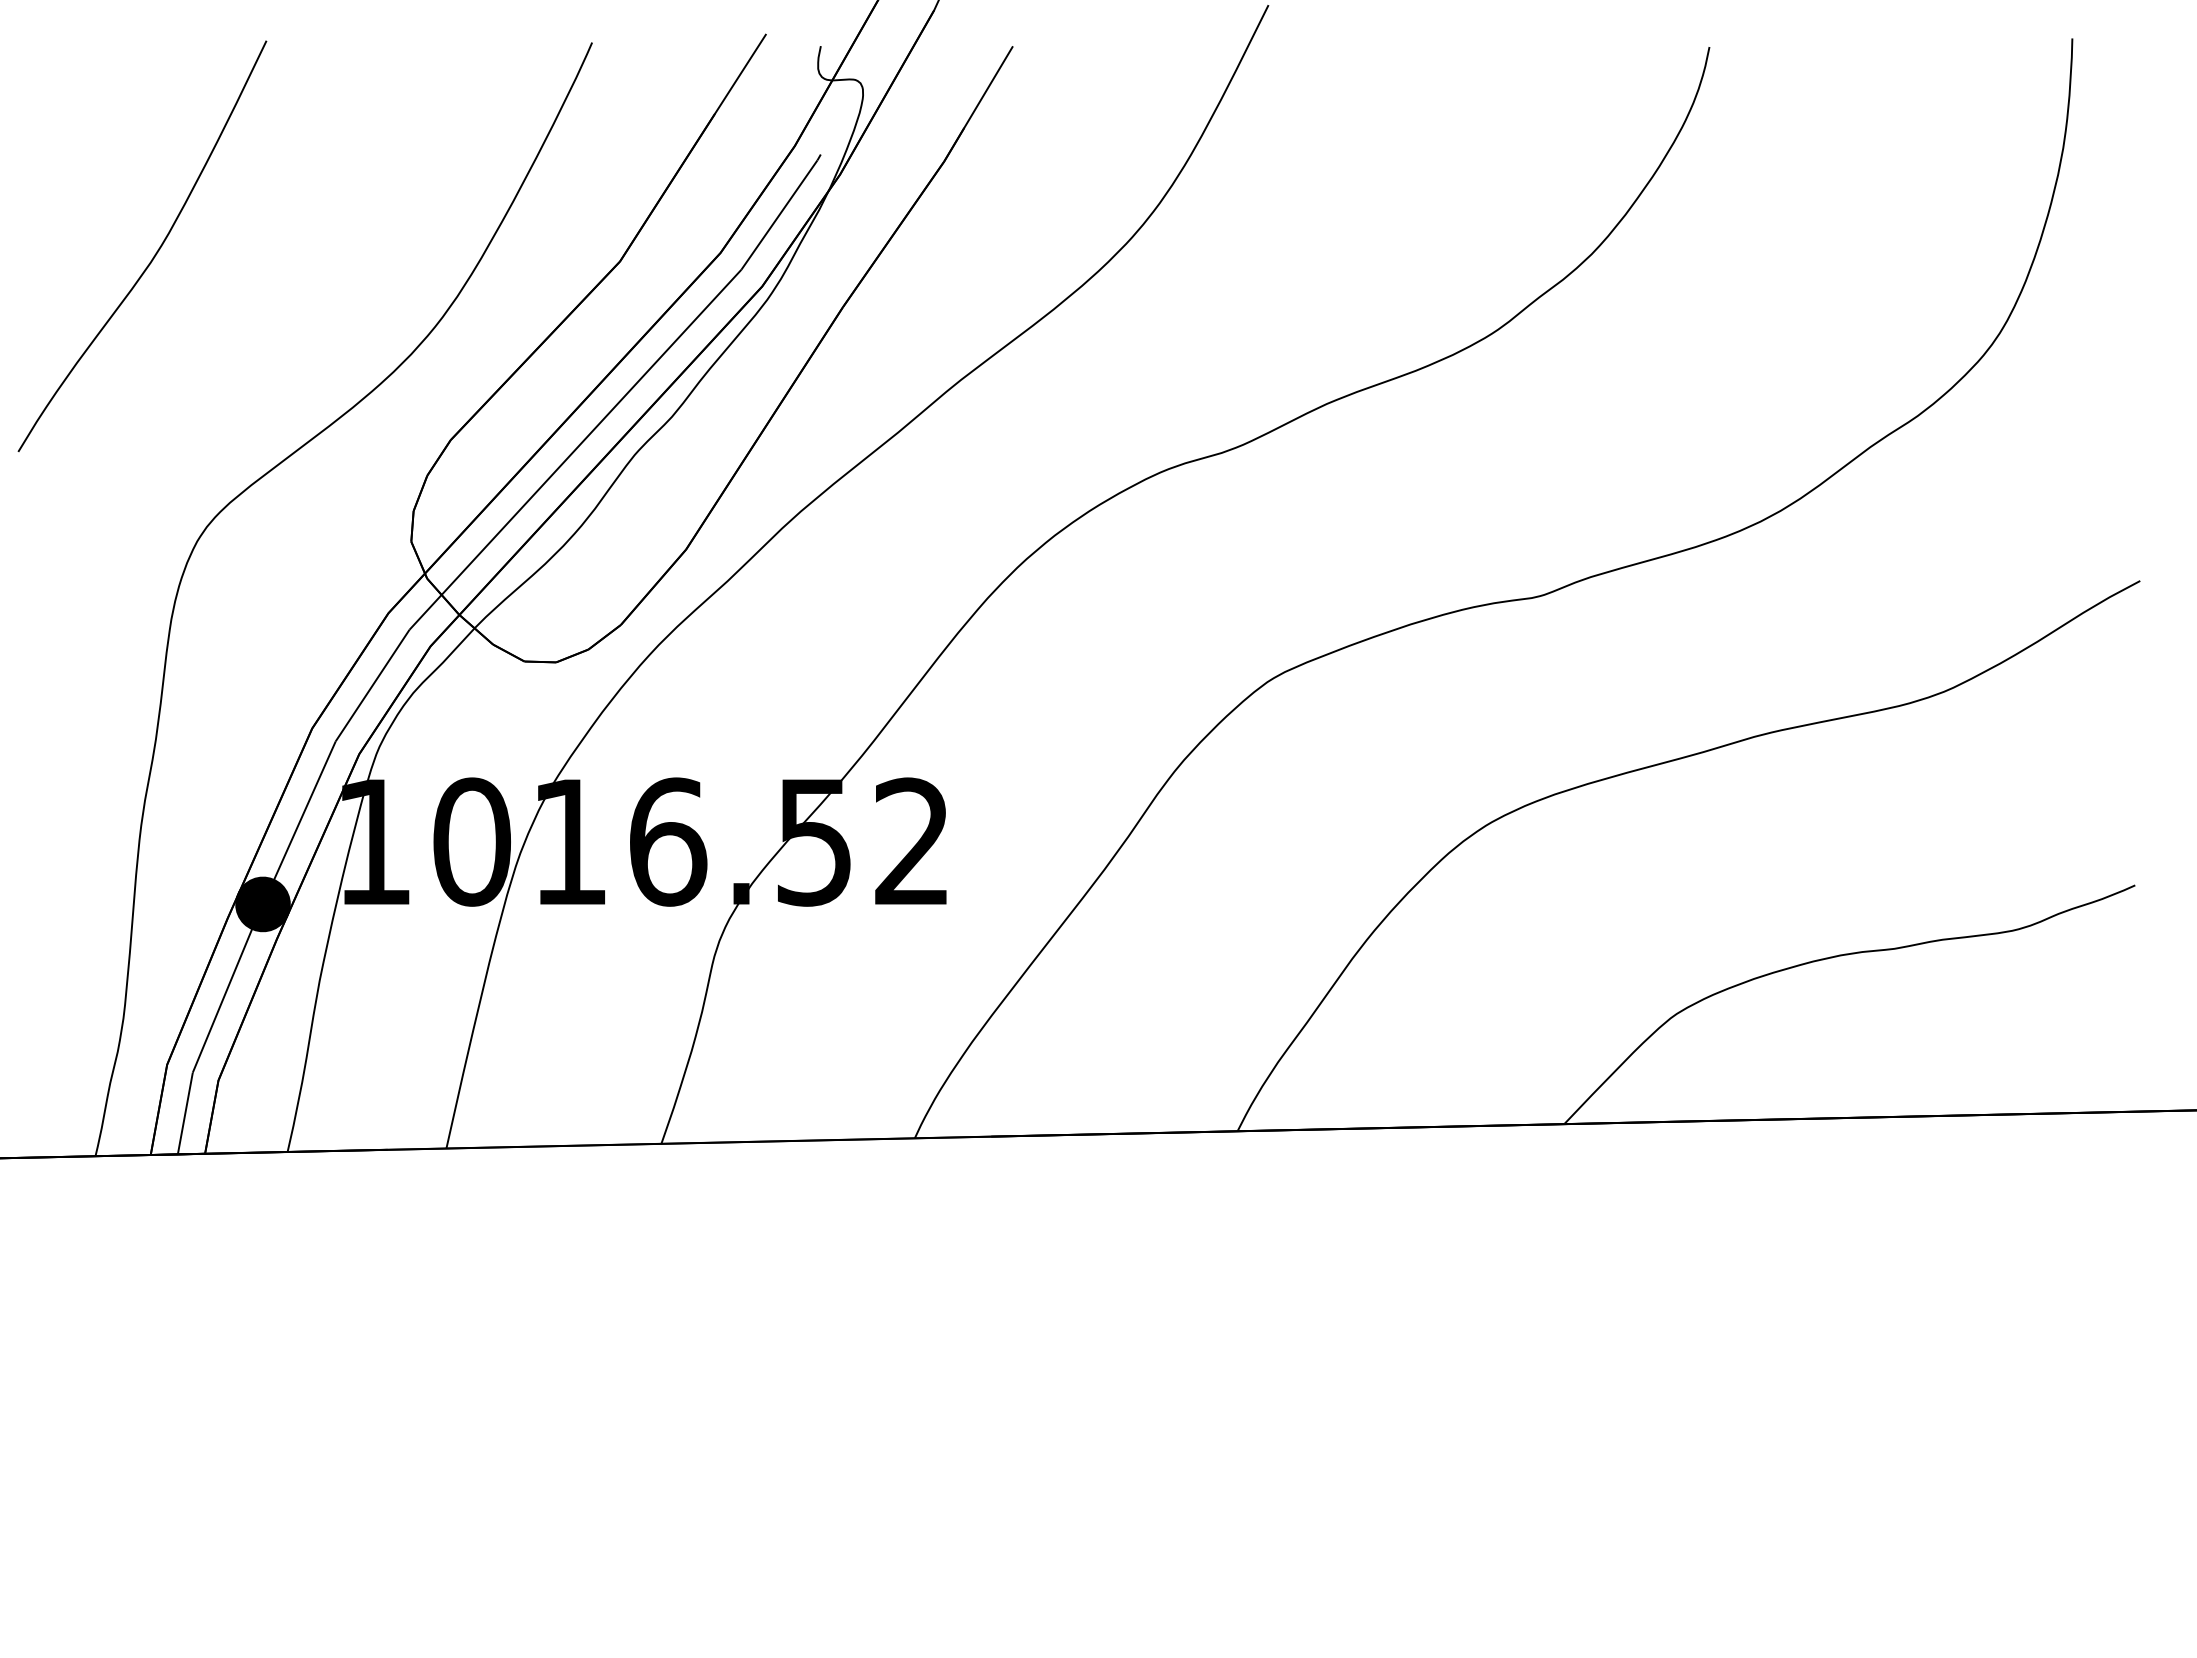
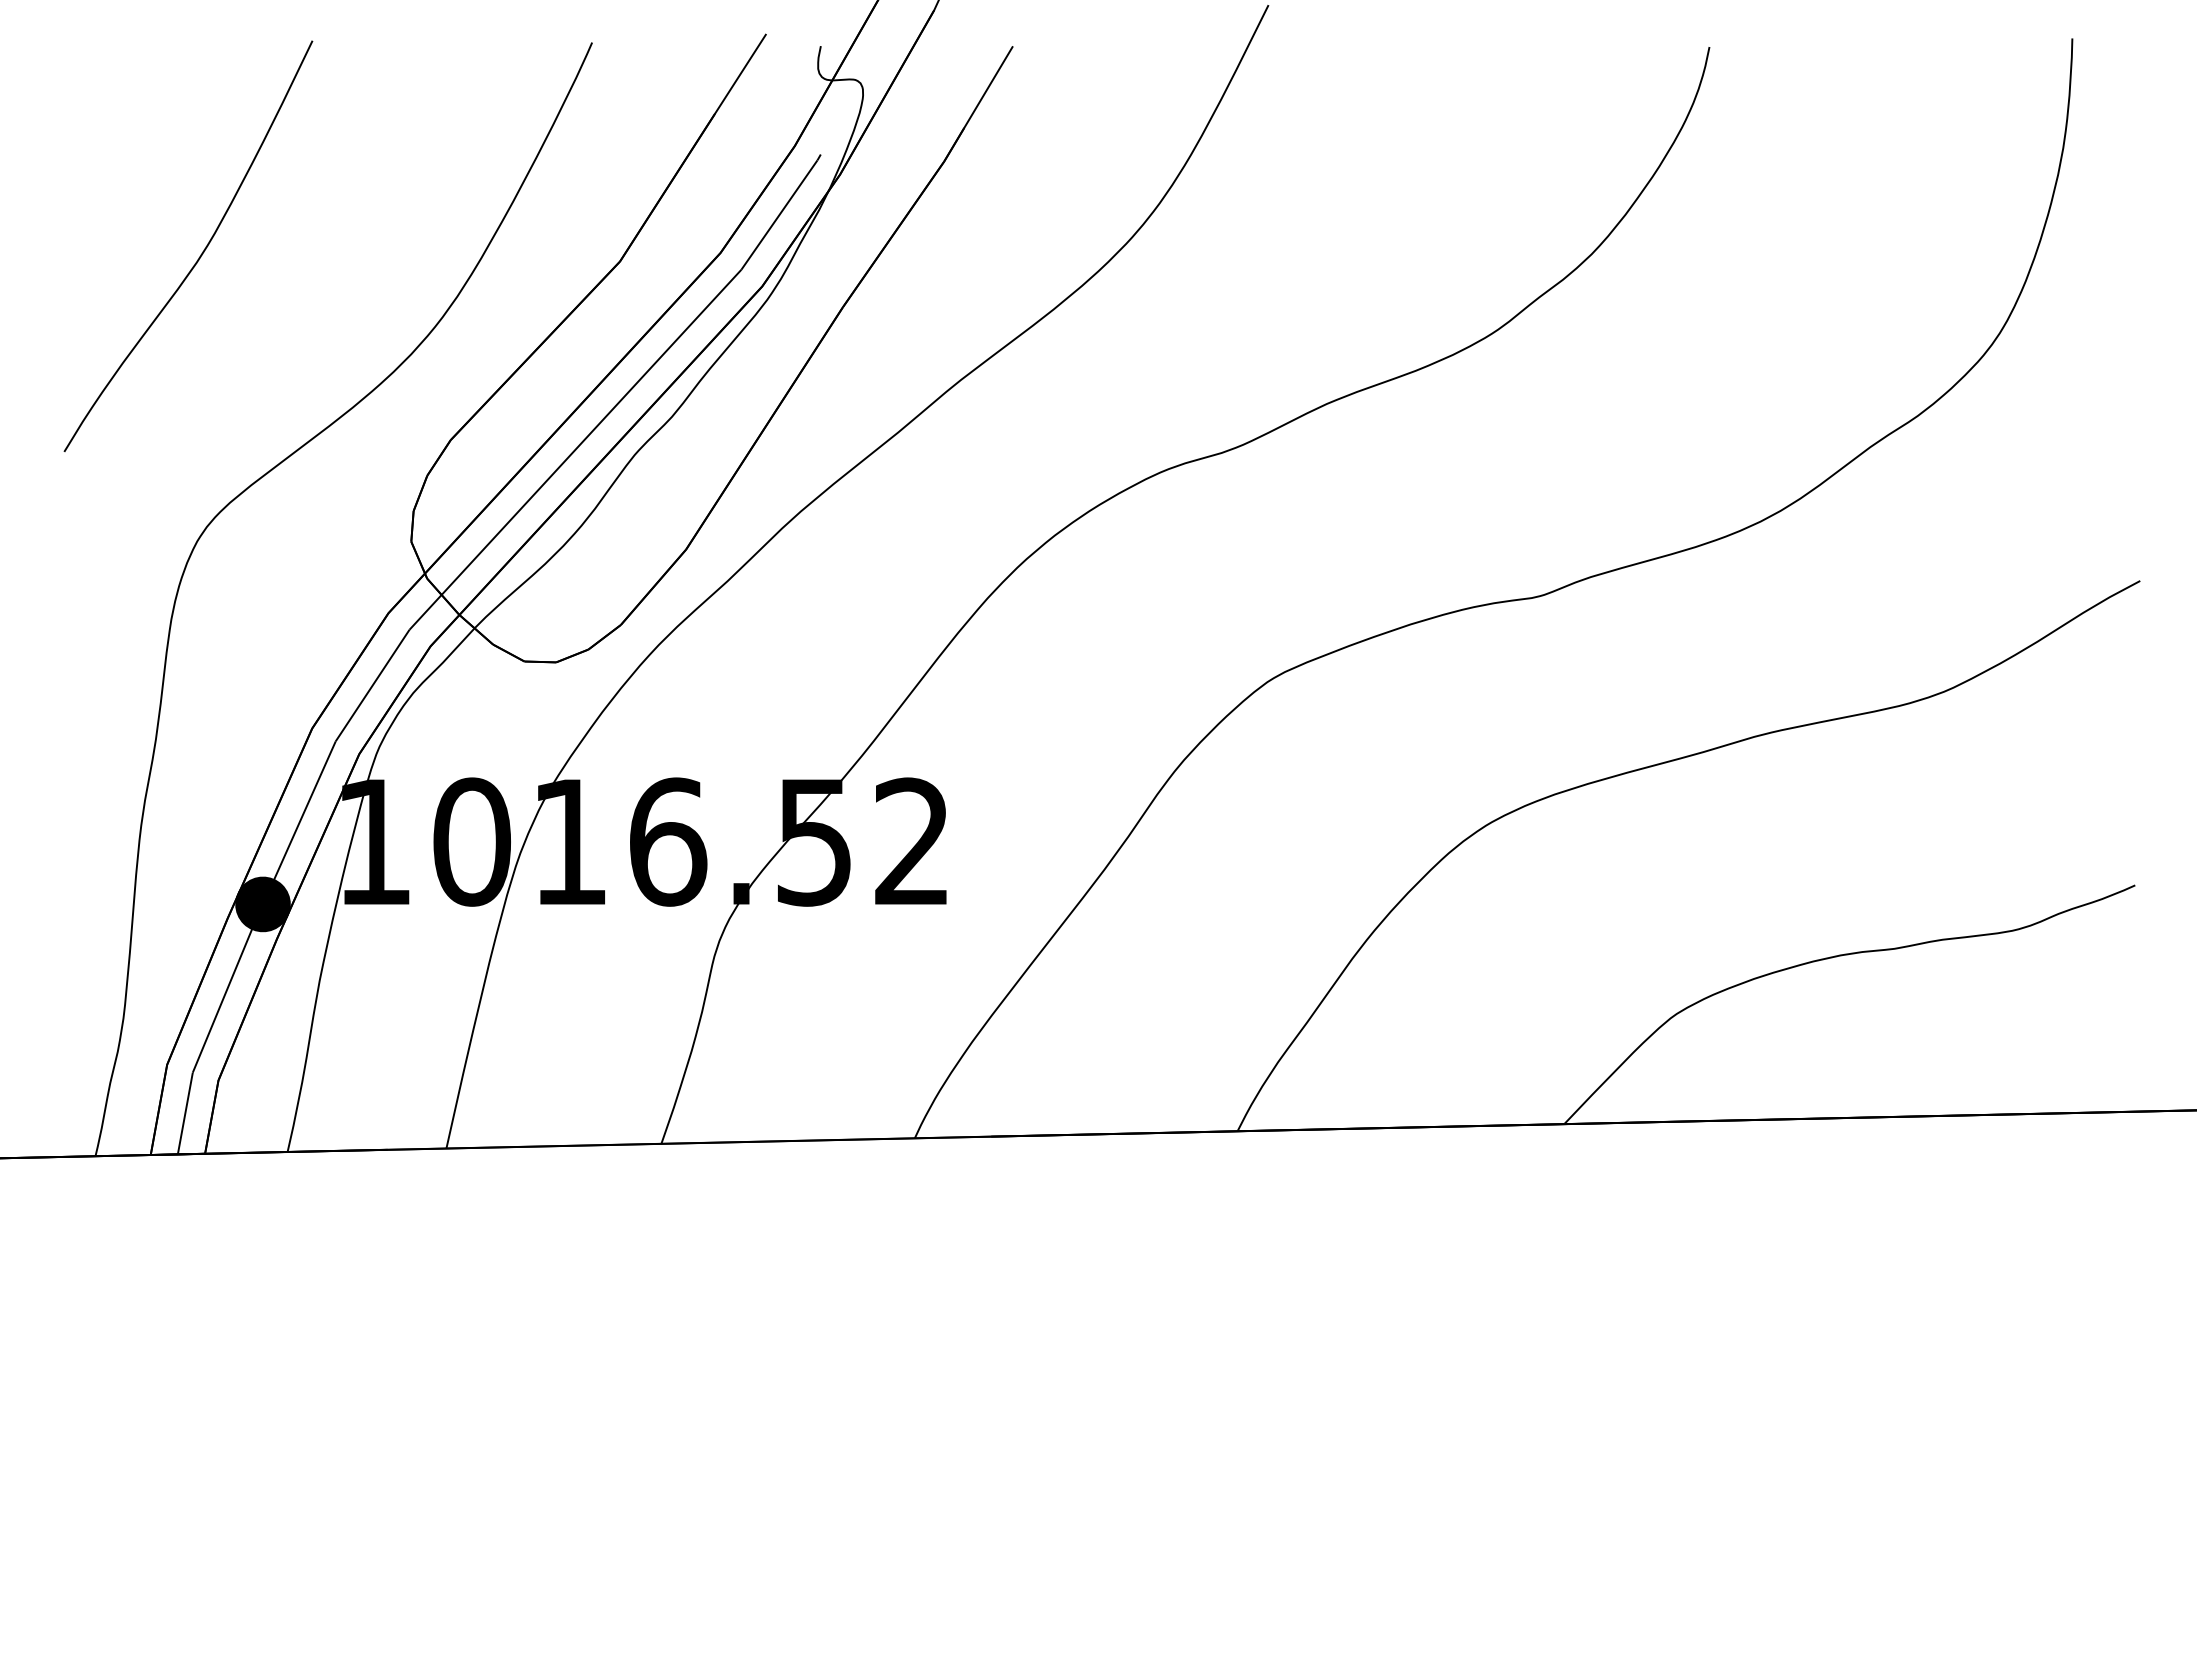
curve at (154, 254) position: (154, 254) -> (200, 254)
